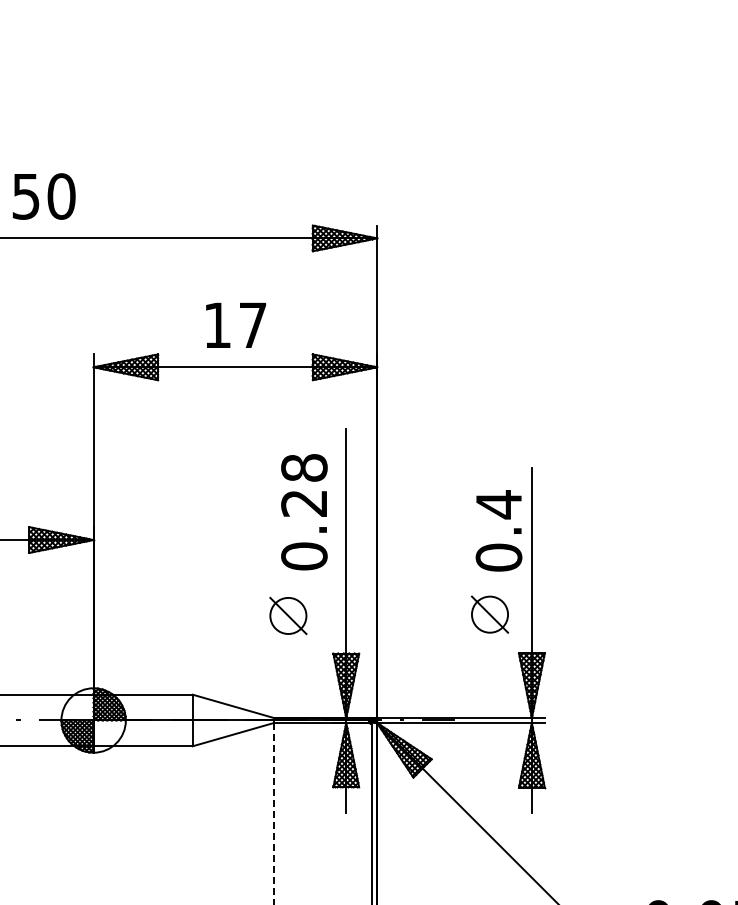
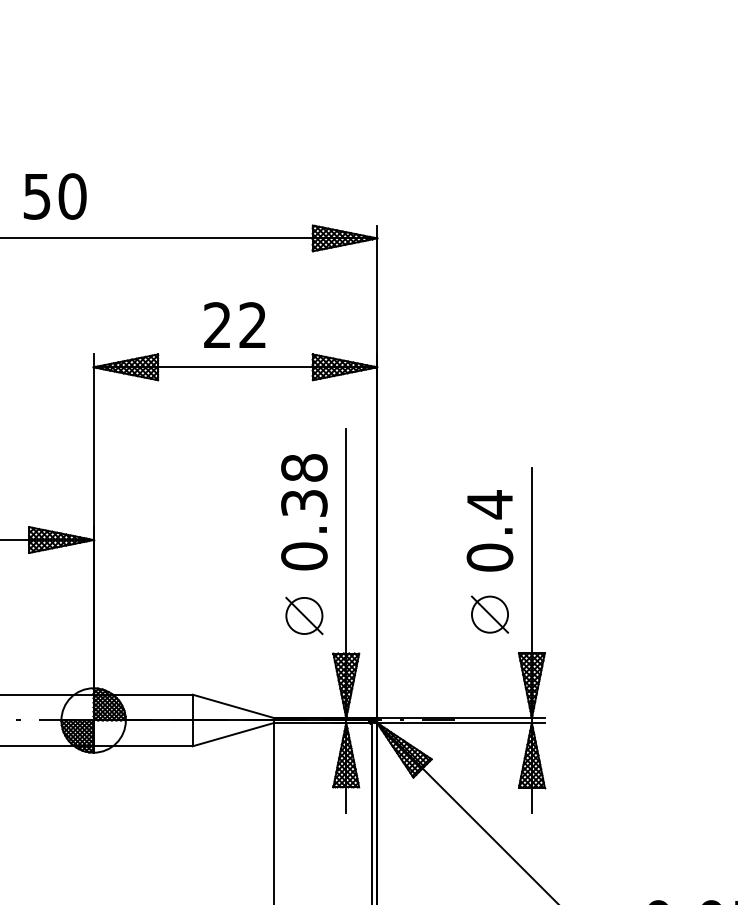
text at (43, 196) position: (43, 196) -> (54, 196)
text at (235, 324): 17 -> 22
text at (304, 503): 0.28 -> 0.38
text at (498, 530) position: (498, 530) -> (489, 530)
part at (288, 615) position: (288, 615) -> (304, 615)
line at (274, 813): dashed -> solid
